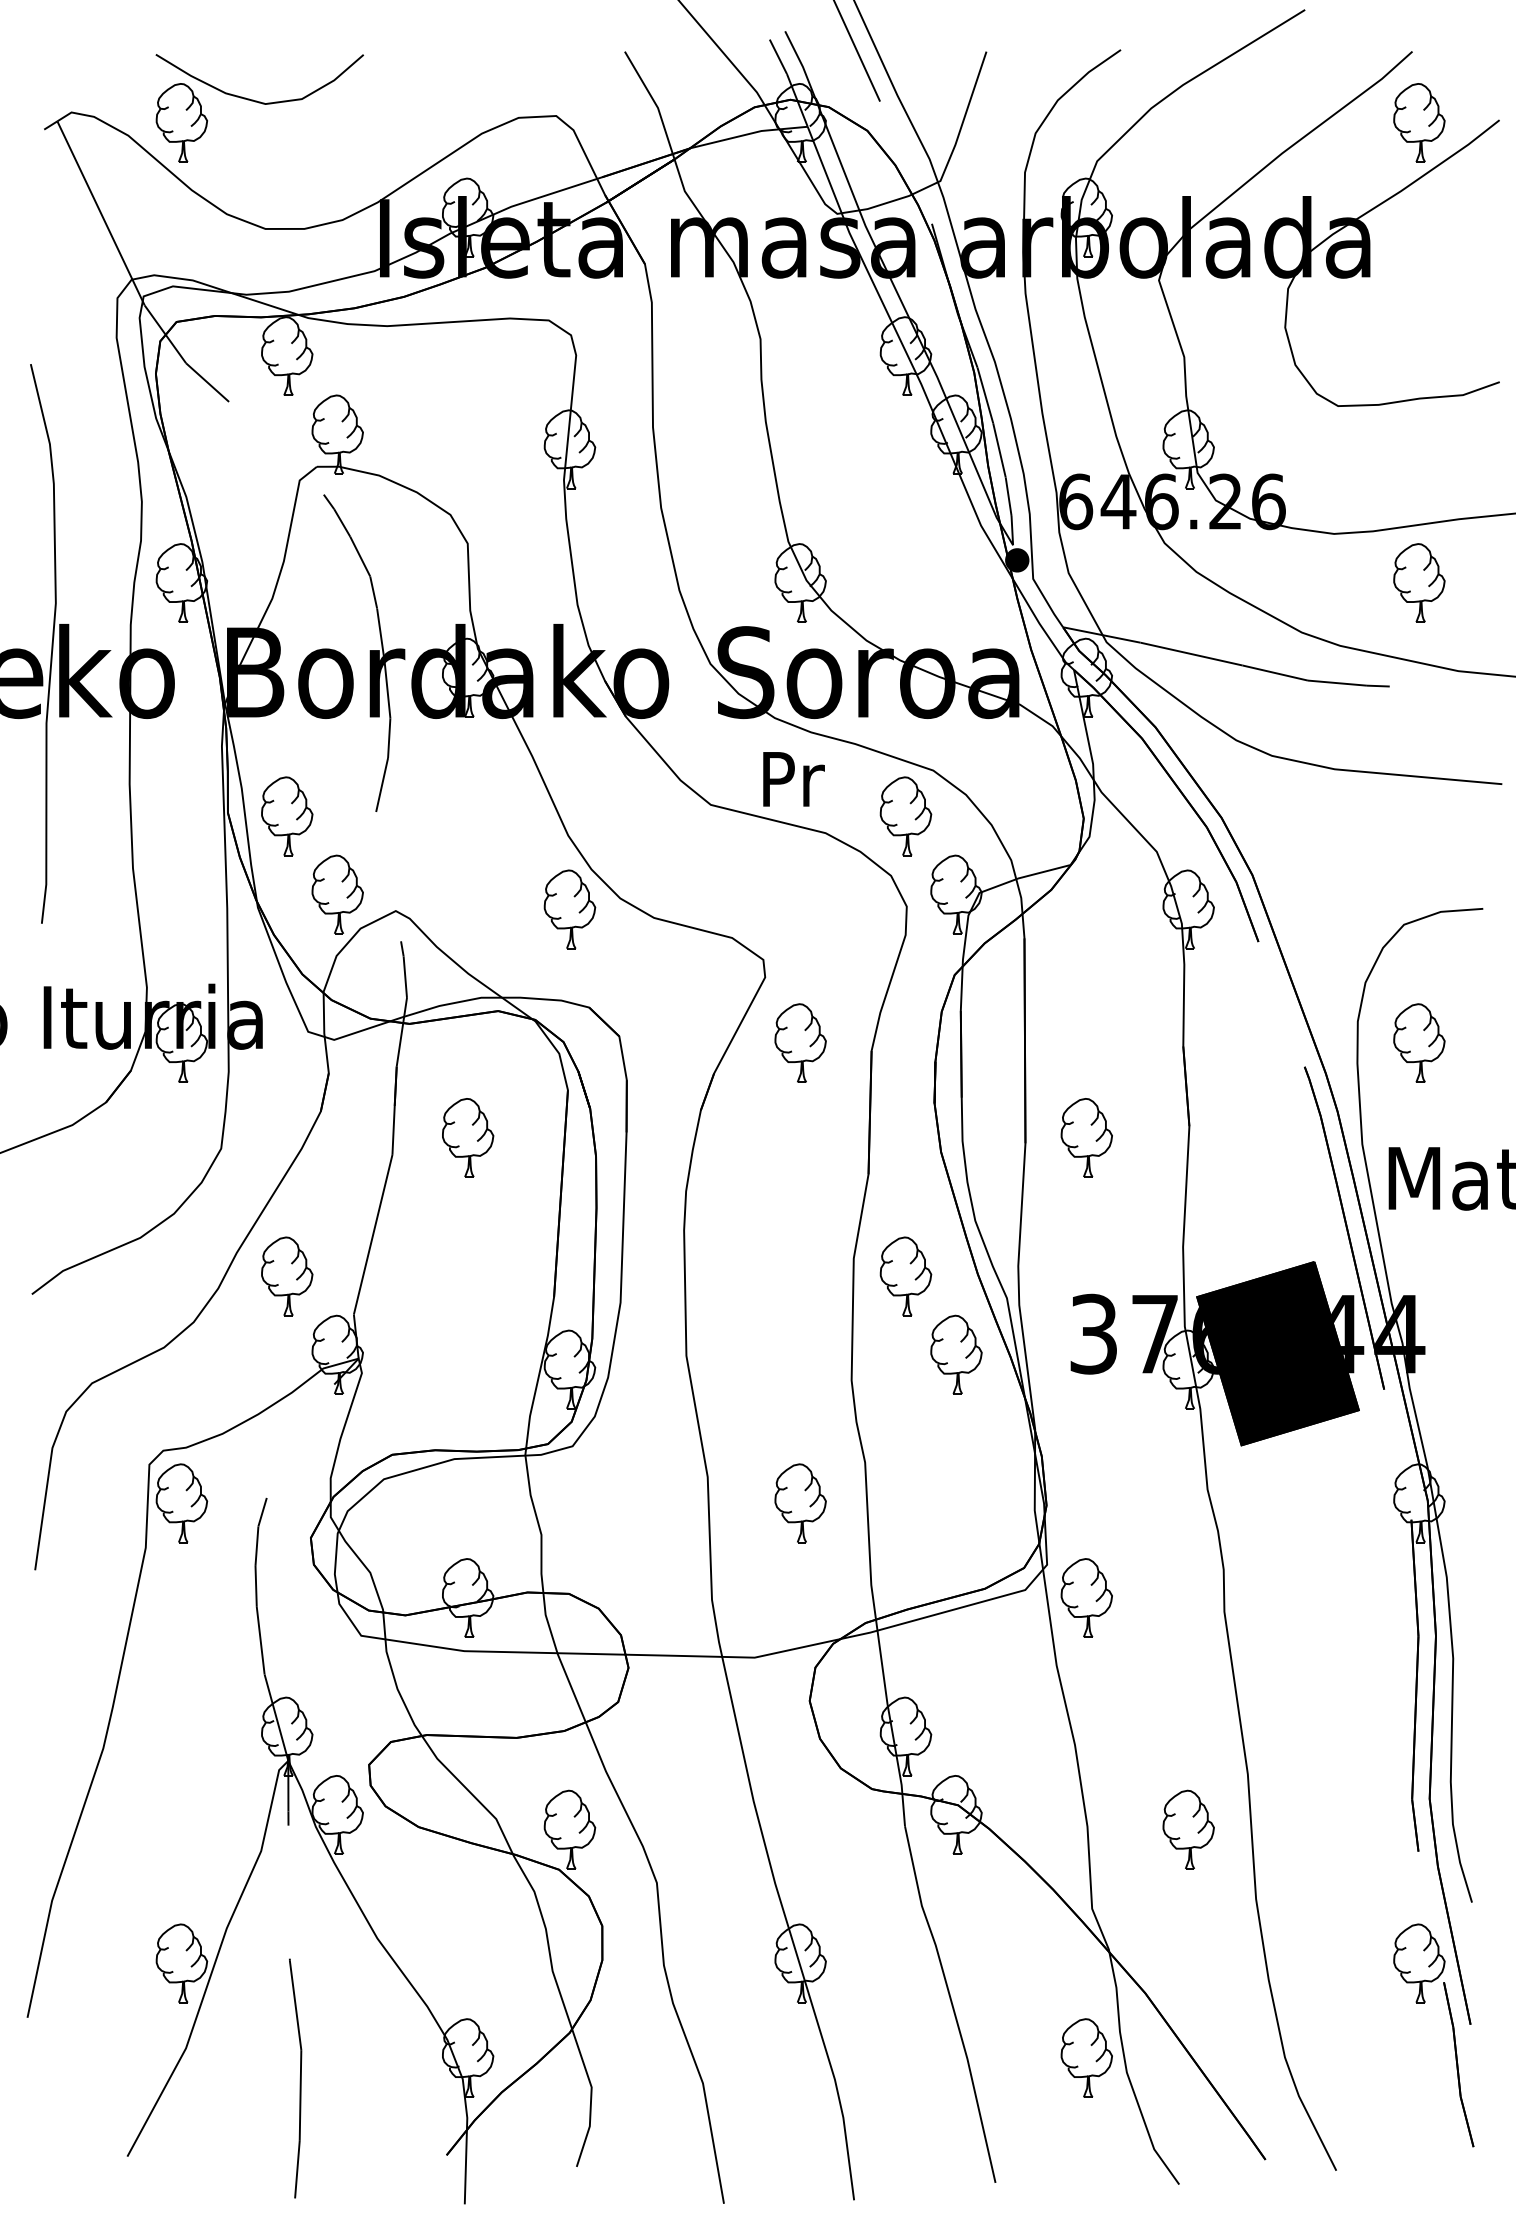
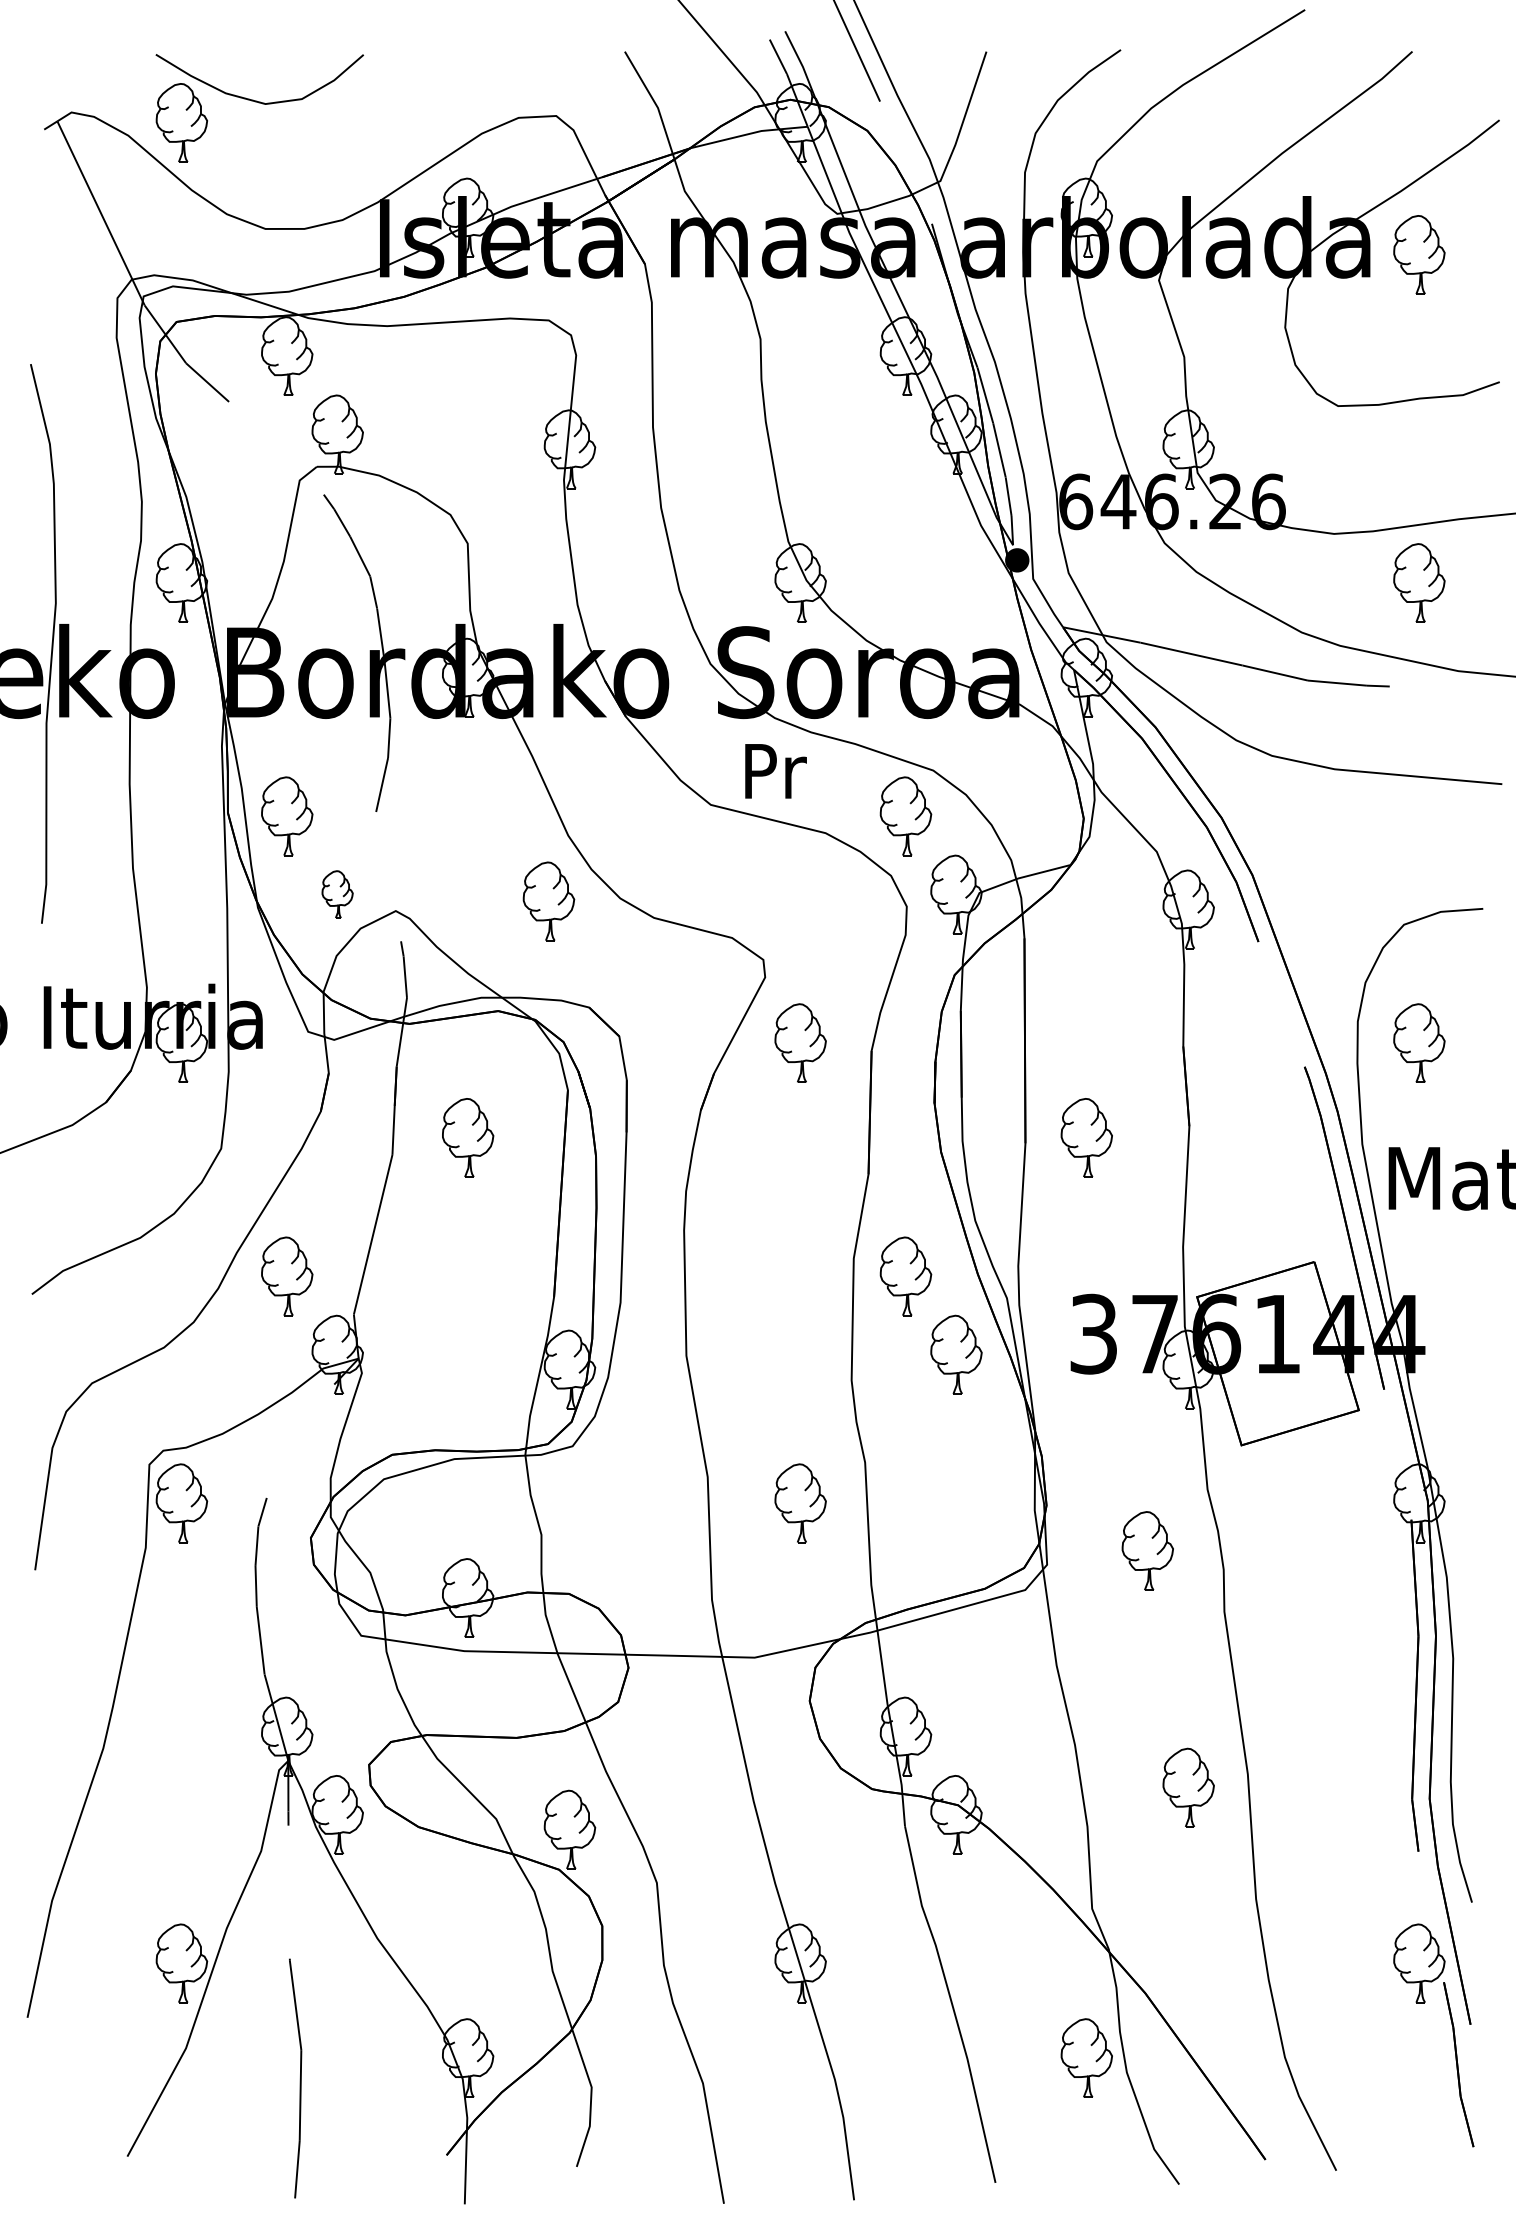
part at (1419, 122) position: (1419, 122) -> (1419, 254)
text at (793, 779) position: (793, 779) -> (775, 771)
part at (337, 894) size: 53x81 px -> 33x49 px
part at (569, 909) position: (569, 909) -> (548, 901)
fill at (1277, 1353): present -> none
part at (1086, 1597) position: (1086, 1597) -> (1147, 1550)
part at (1188, 1829) position: (1188, 1829) -> (1188, 1787)
